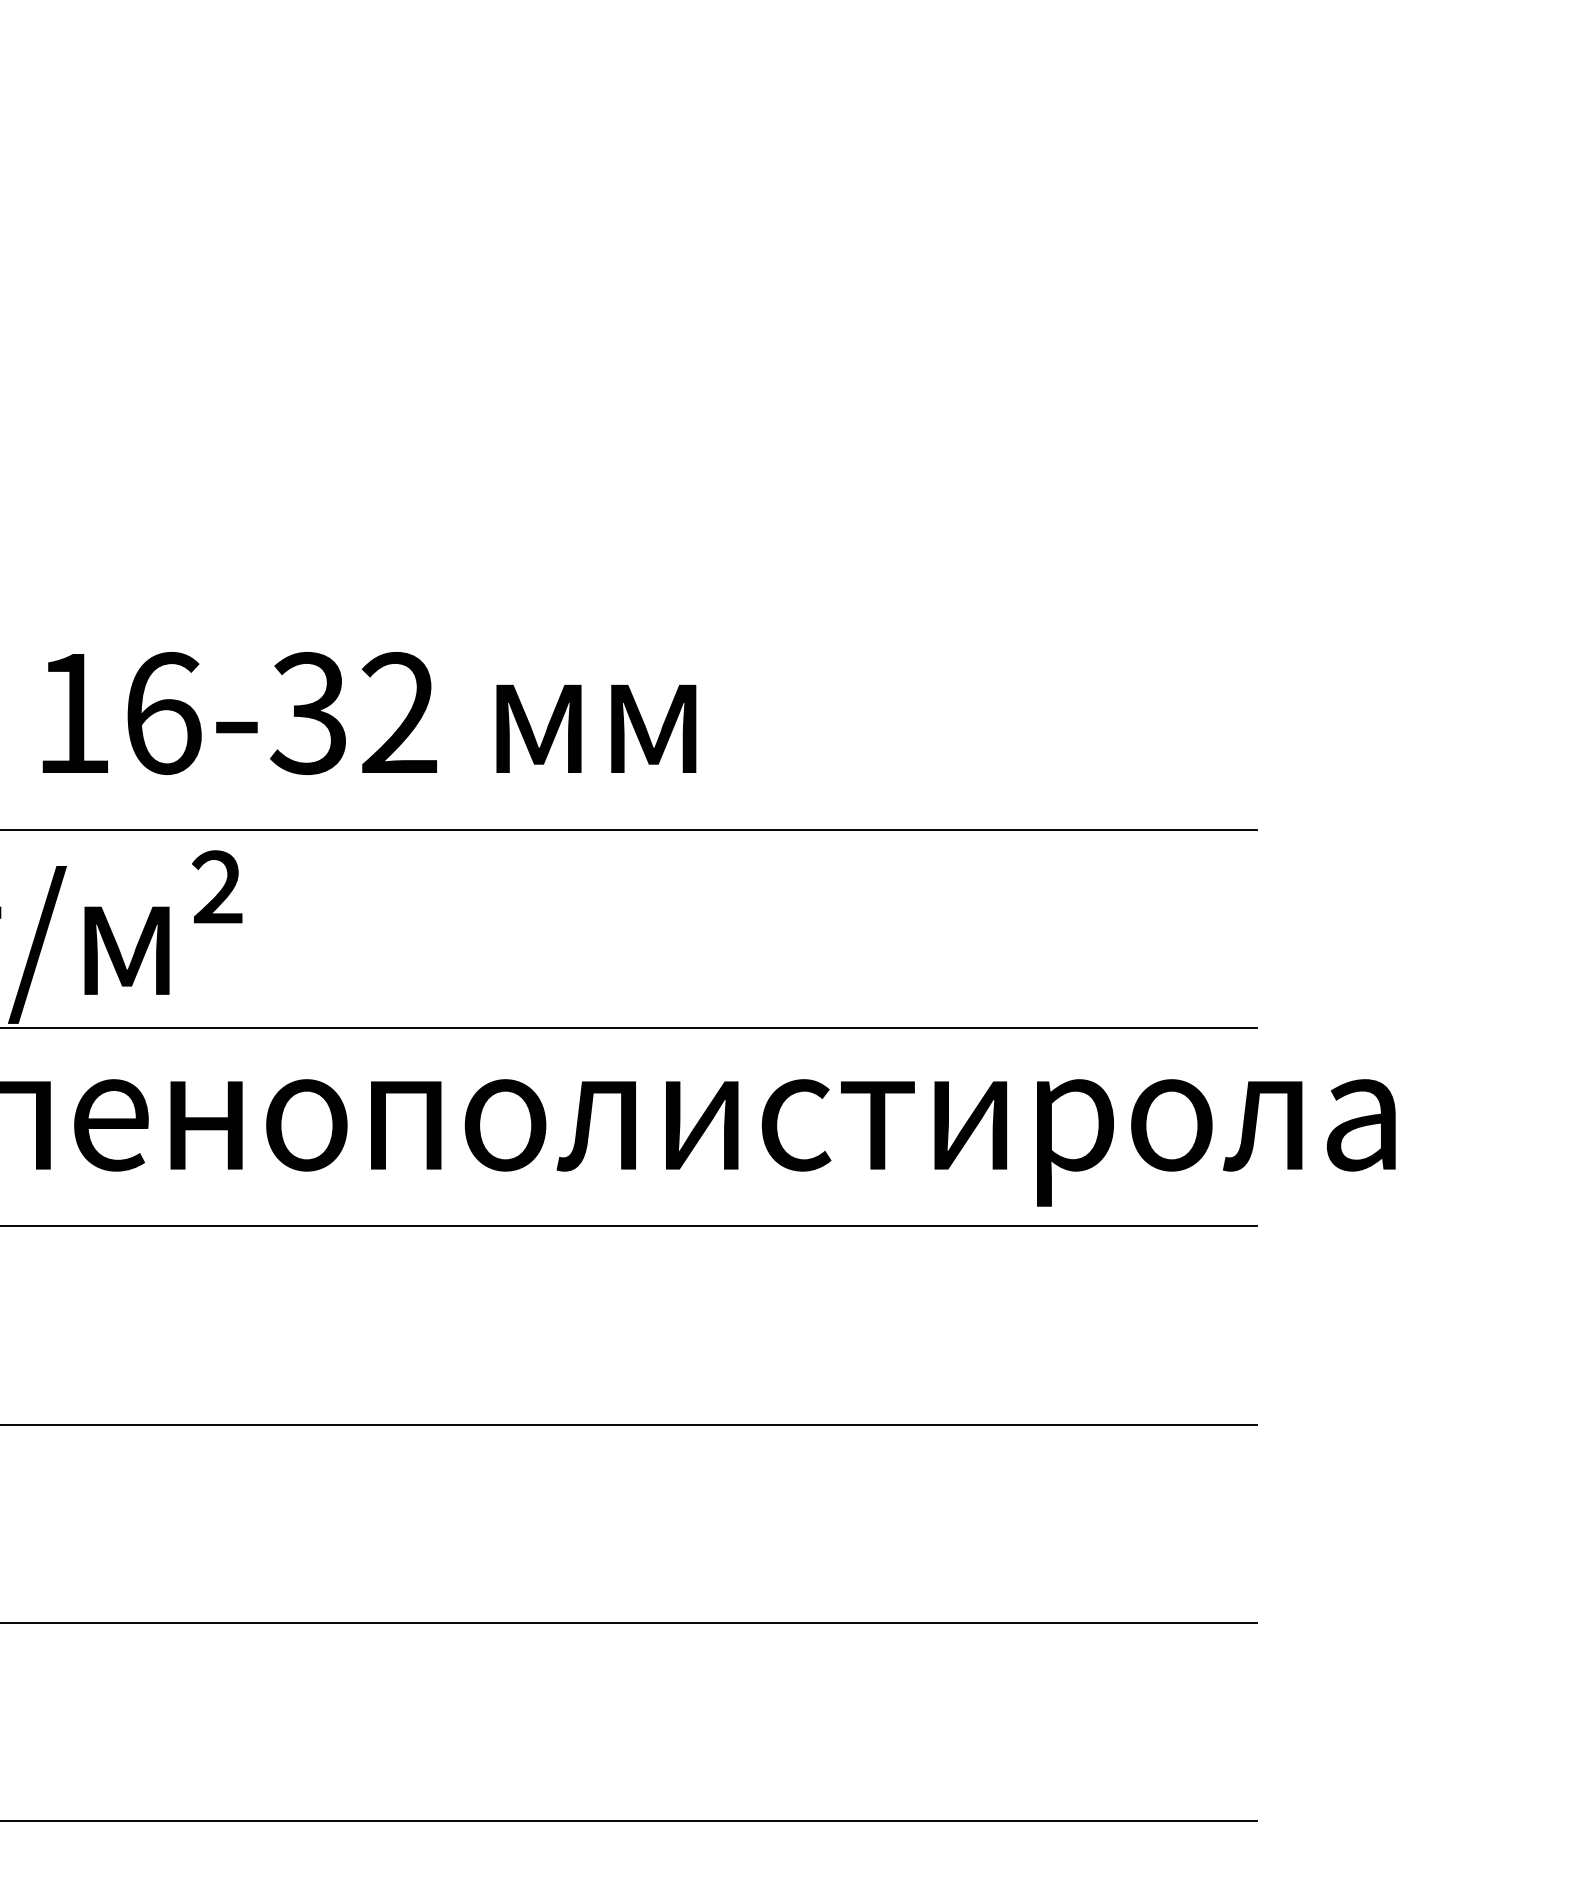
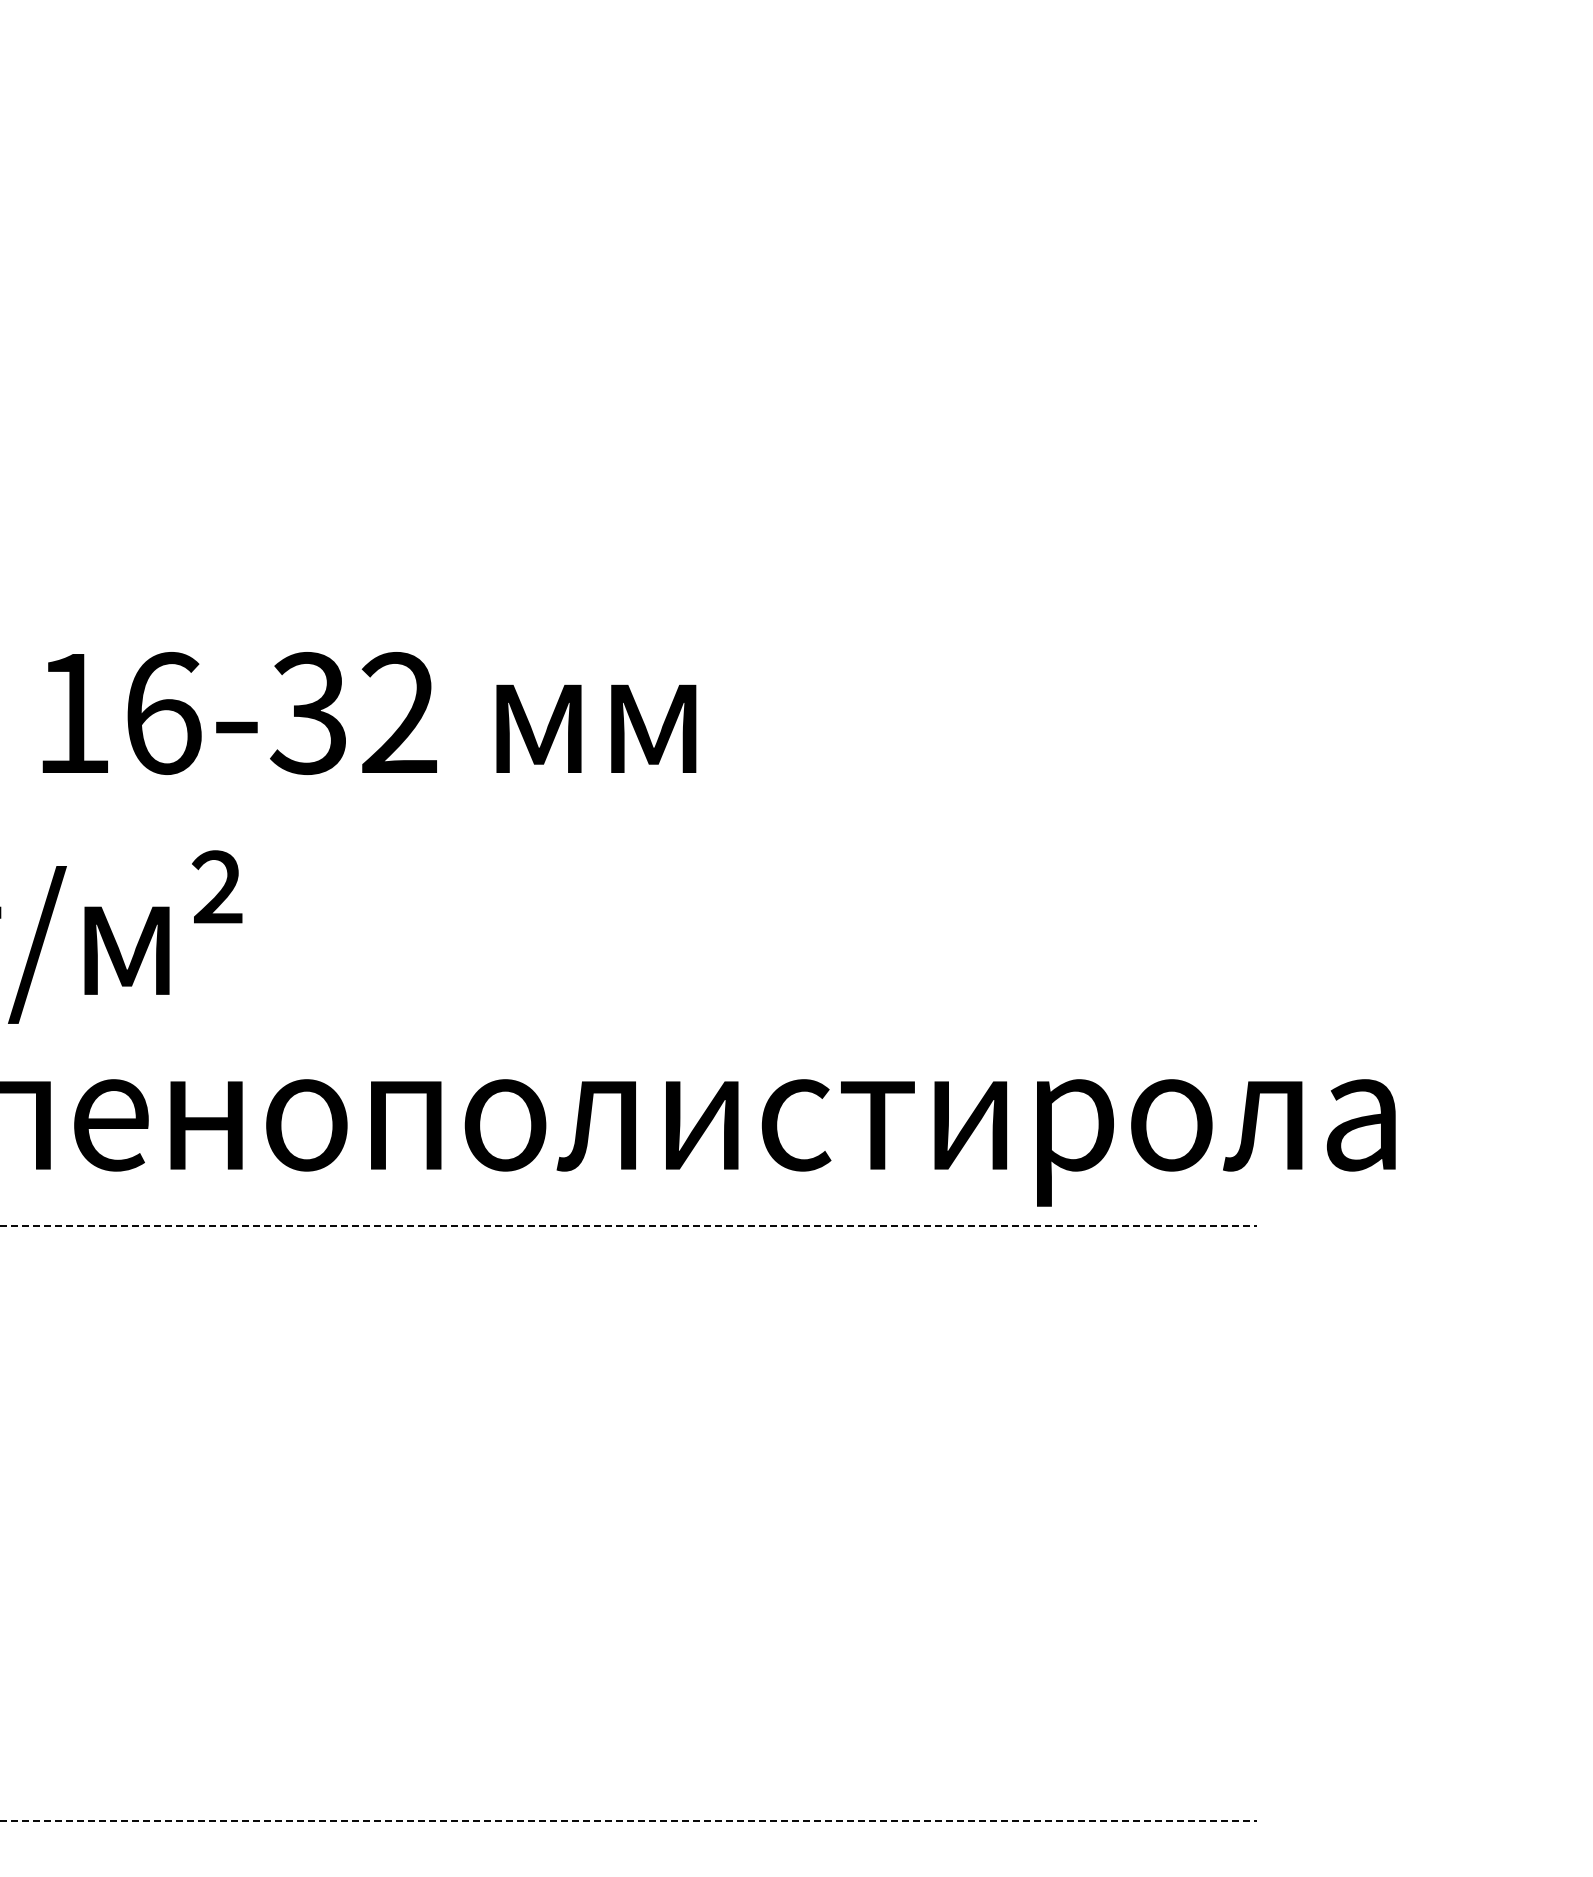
line at (629, 829): present -> none
line at (629, 1028): present -> none
line at (629, 1226): solid -> dashed
line at (629, 1424): present -> none
line at (629, 1622): present -> none
line at (629, 1821): solid -> dashed
